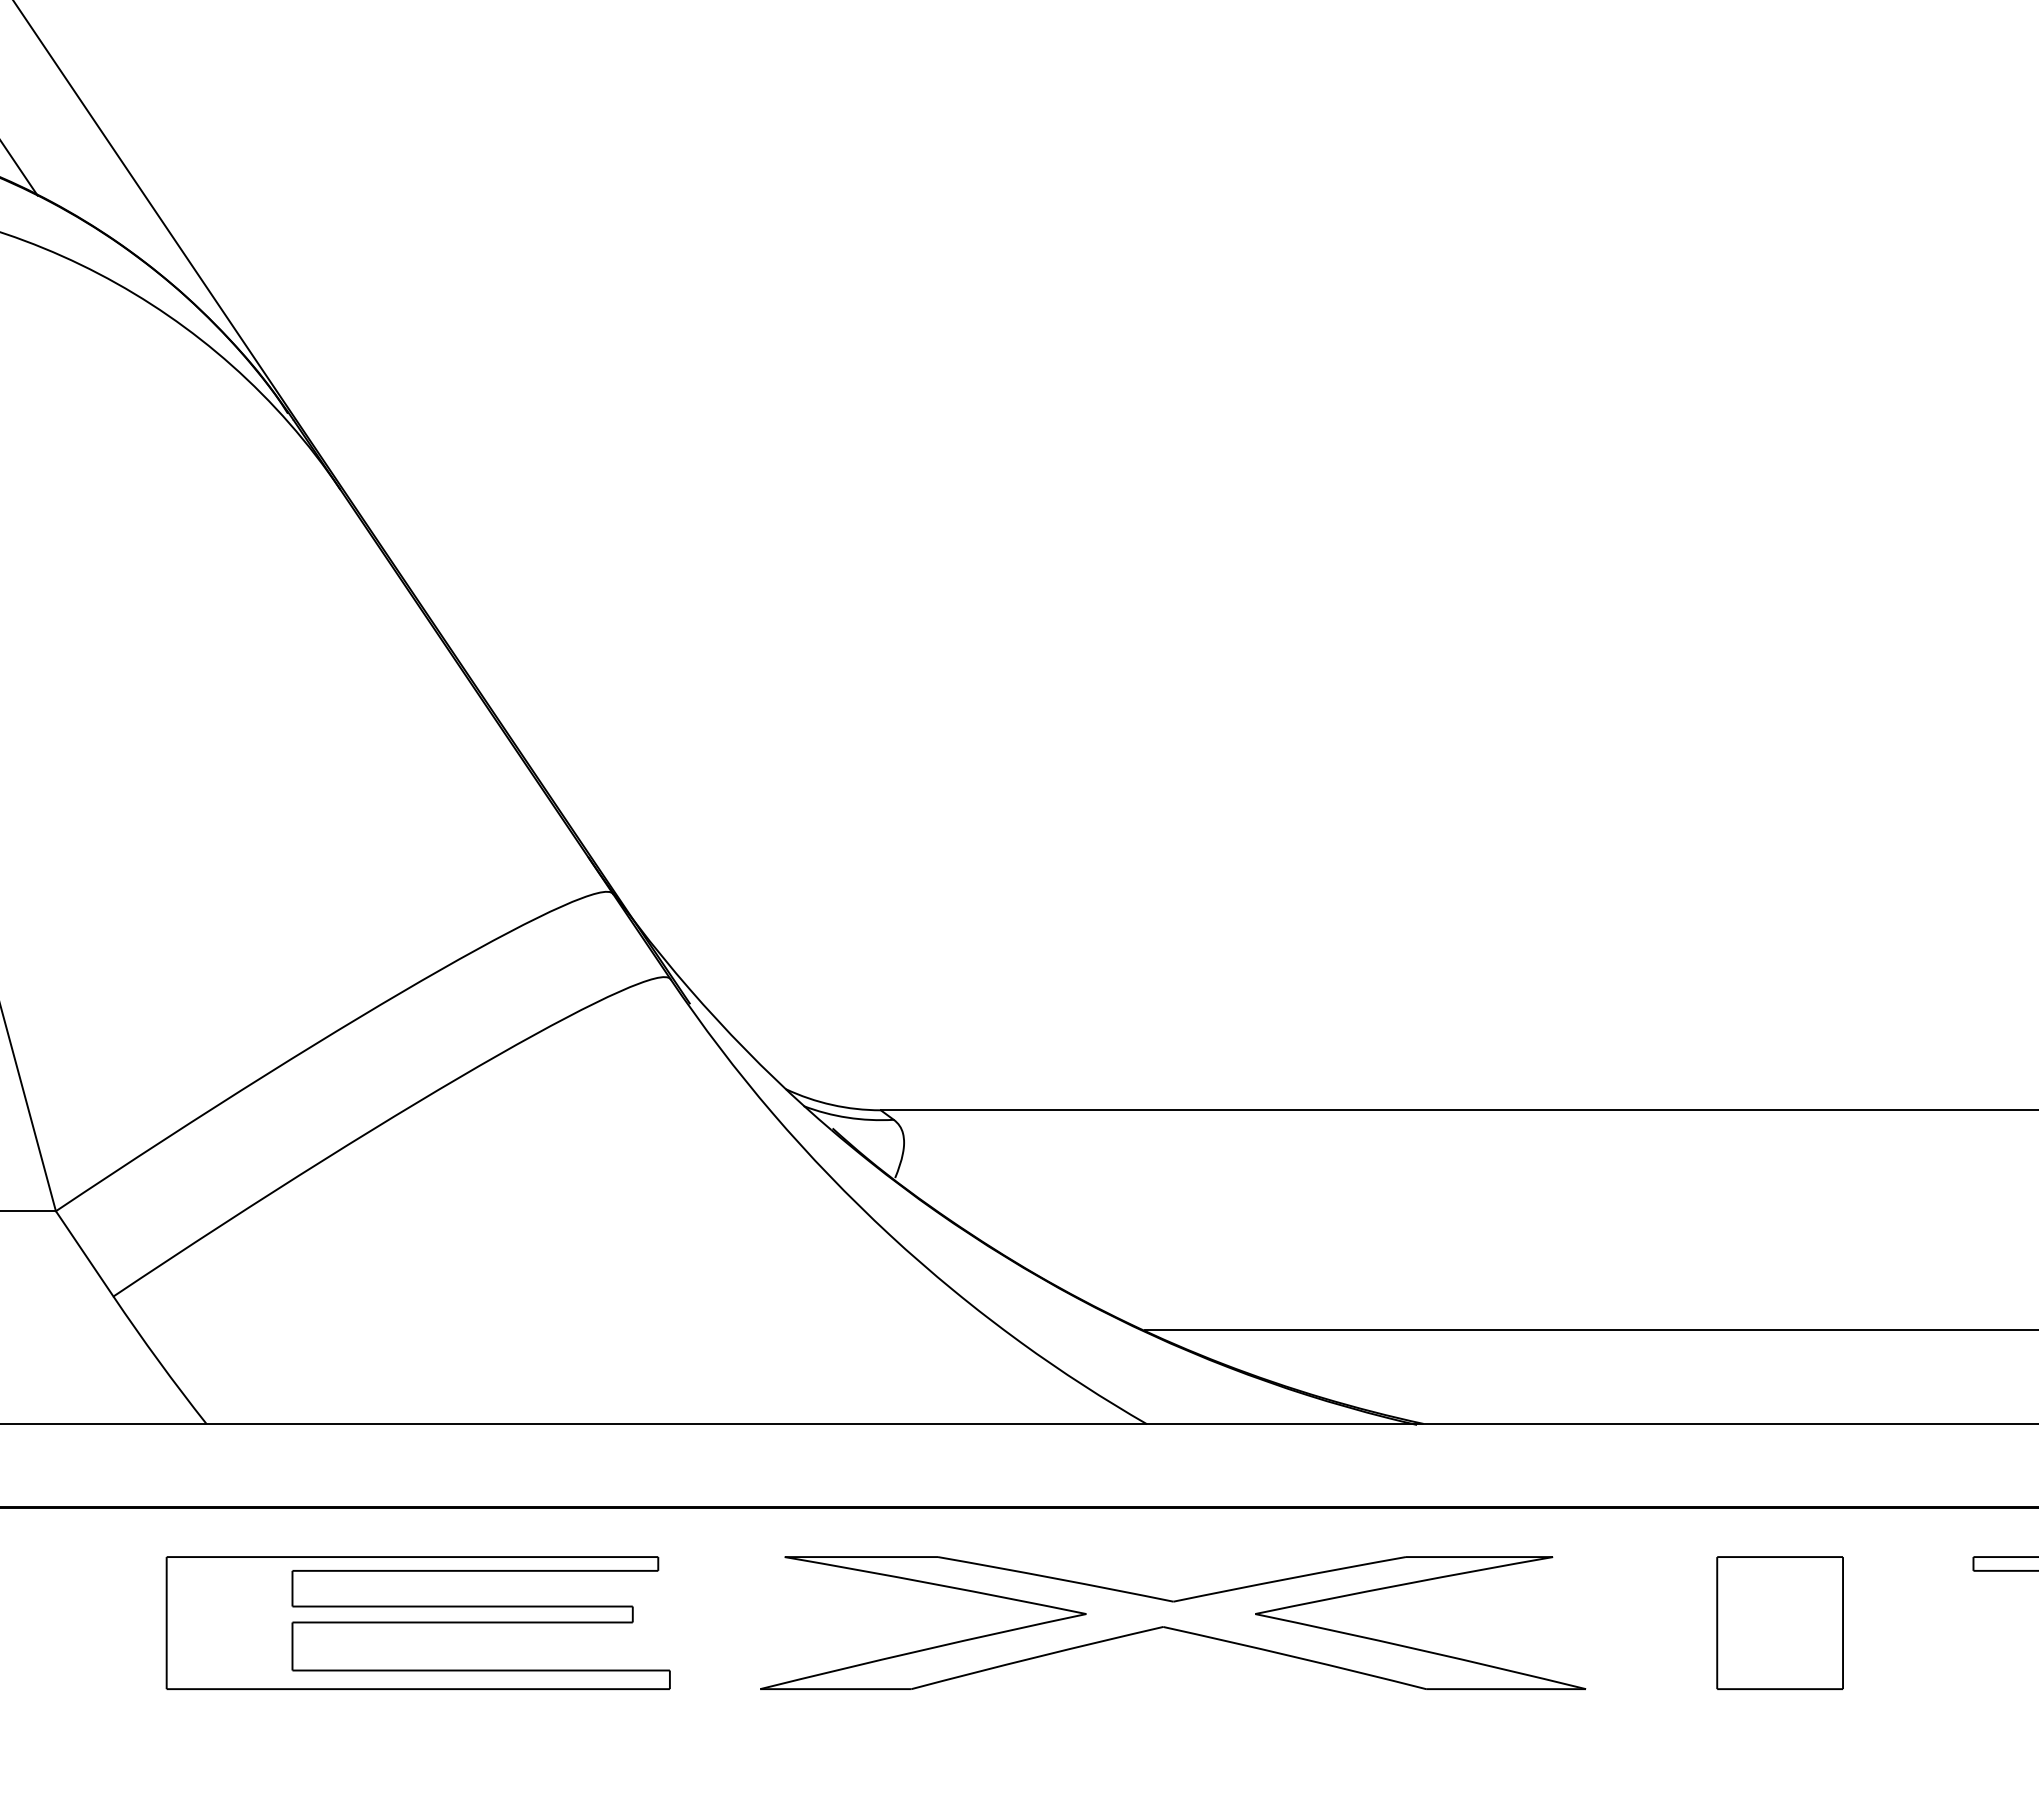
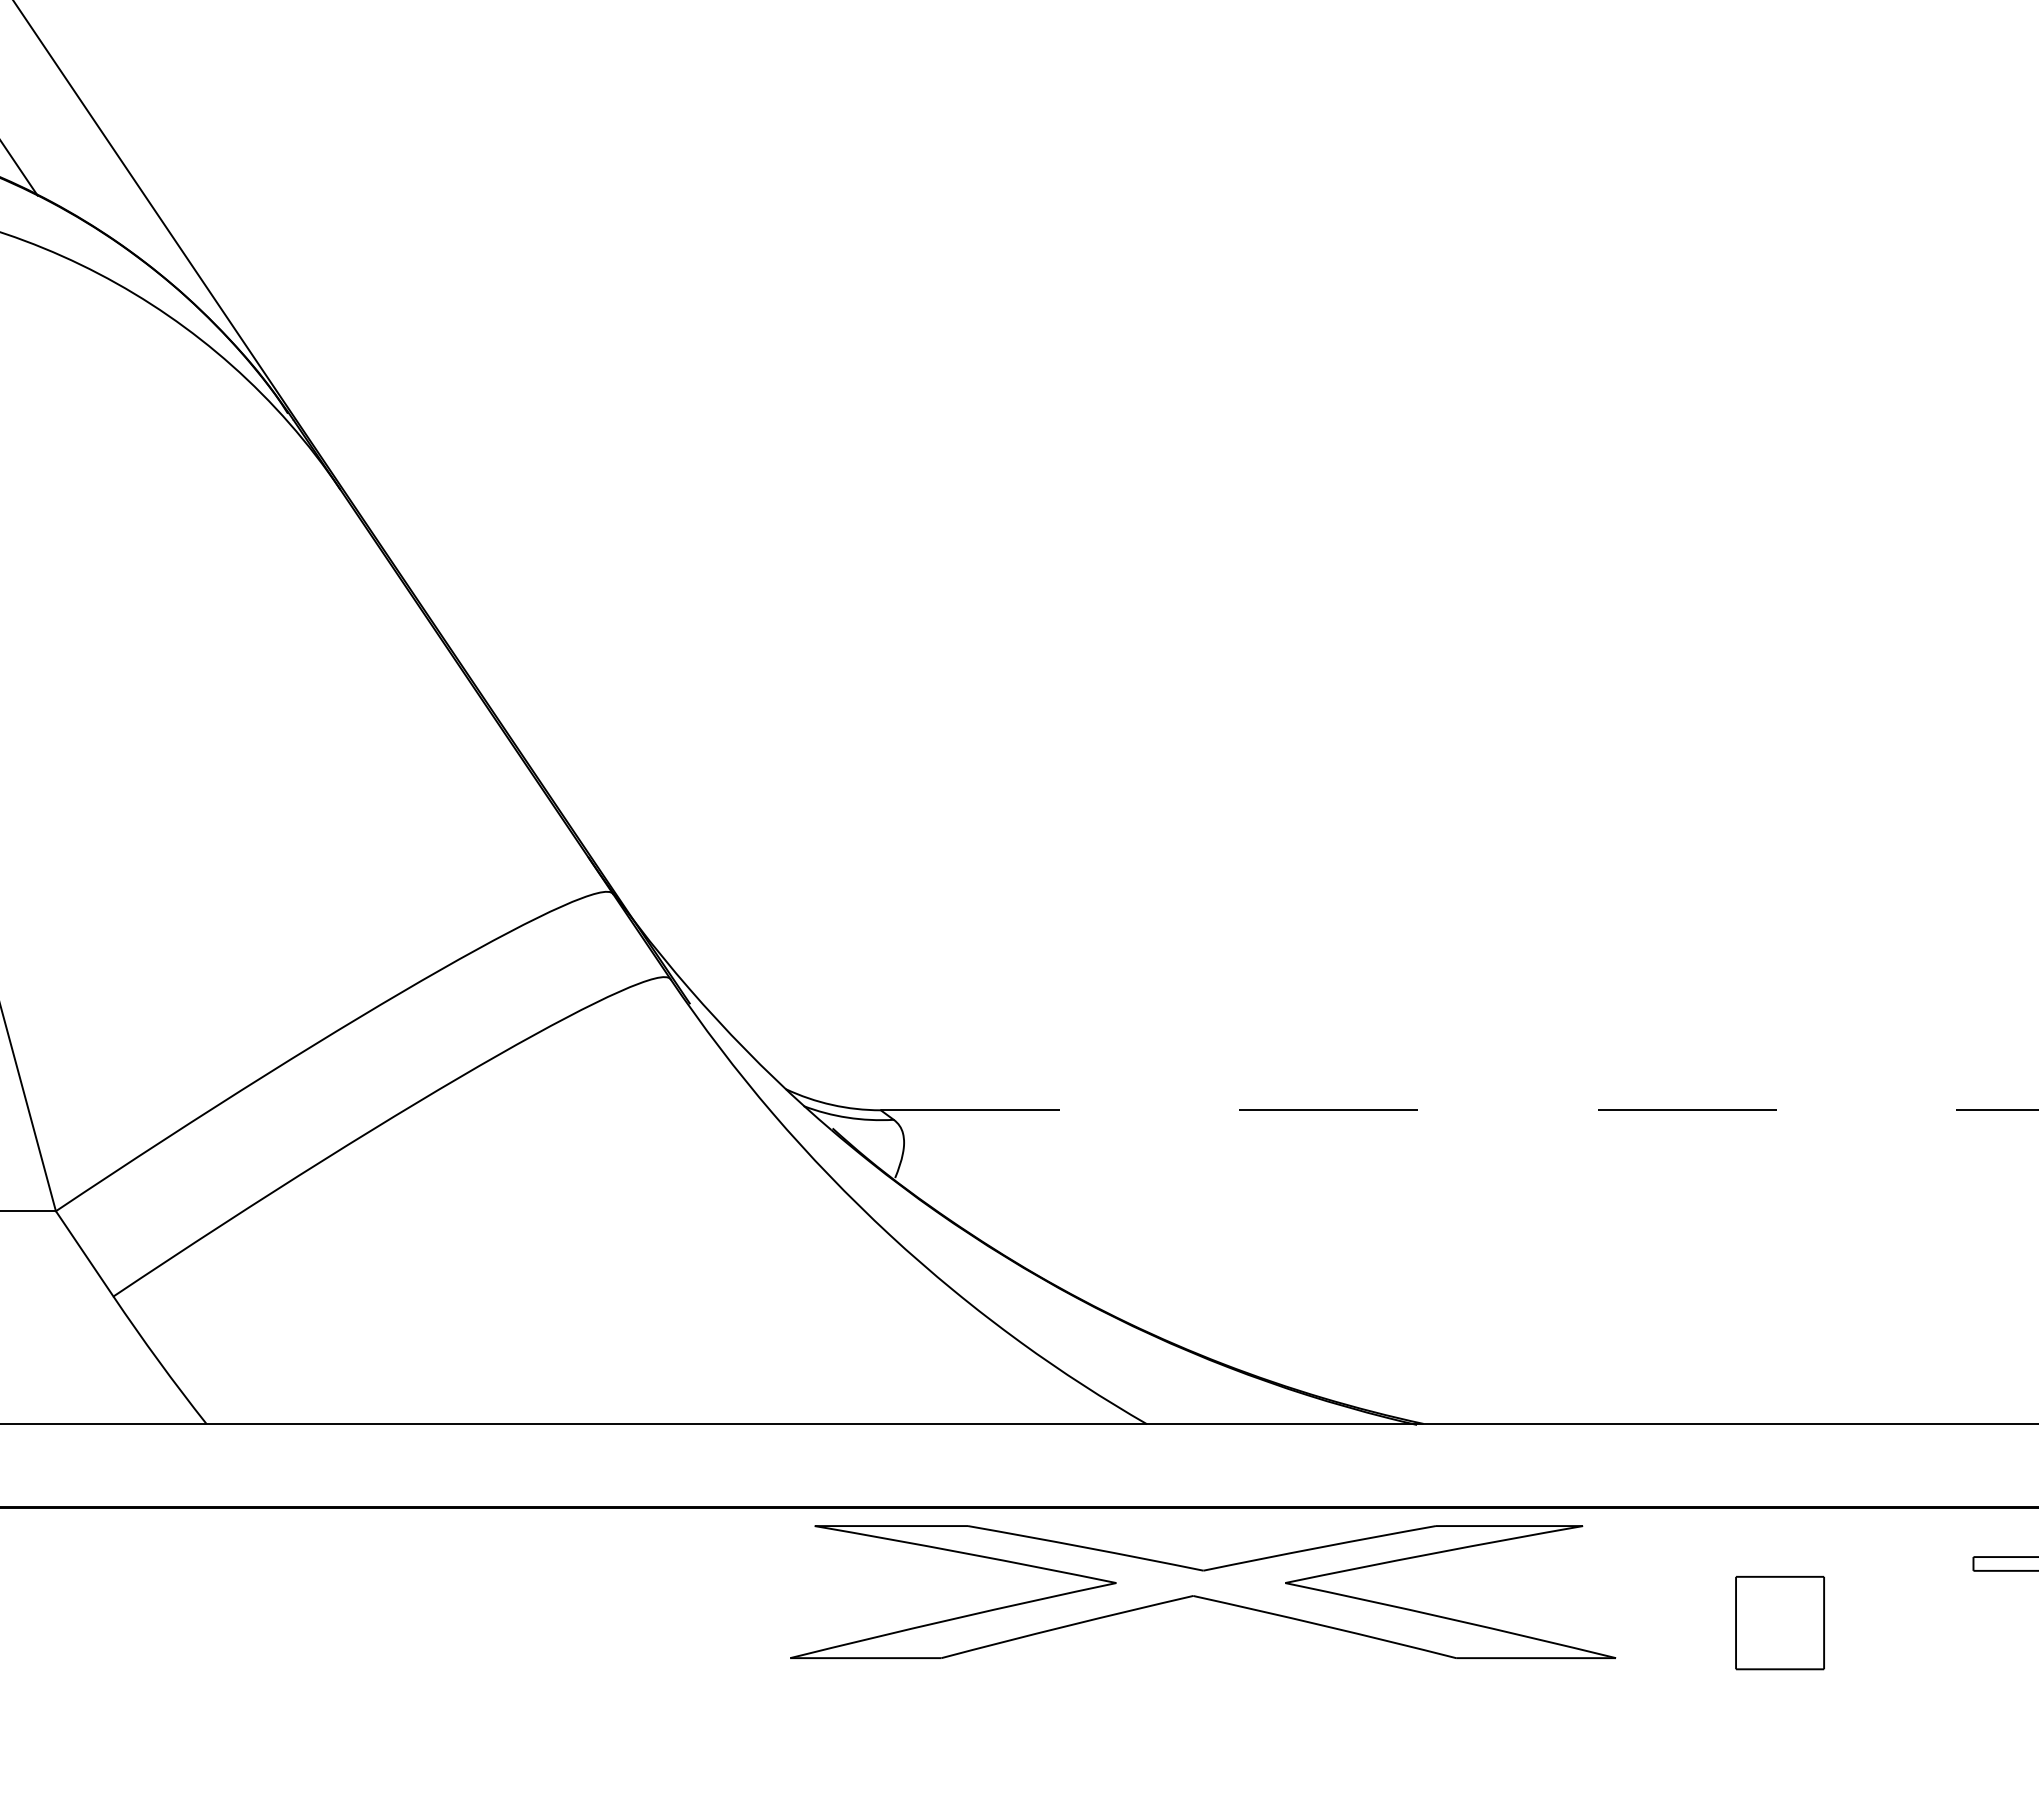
line at (1459, 1110): solid -> dashed
line at (1589, 1330): present -> none
part at (417, 1622): present -> none
part at (1779, 1622) size: 128x134 px -> 90x95 px
part at (1173, 1623) position: (1173, 1623) -> (1203, 1592)
